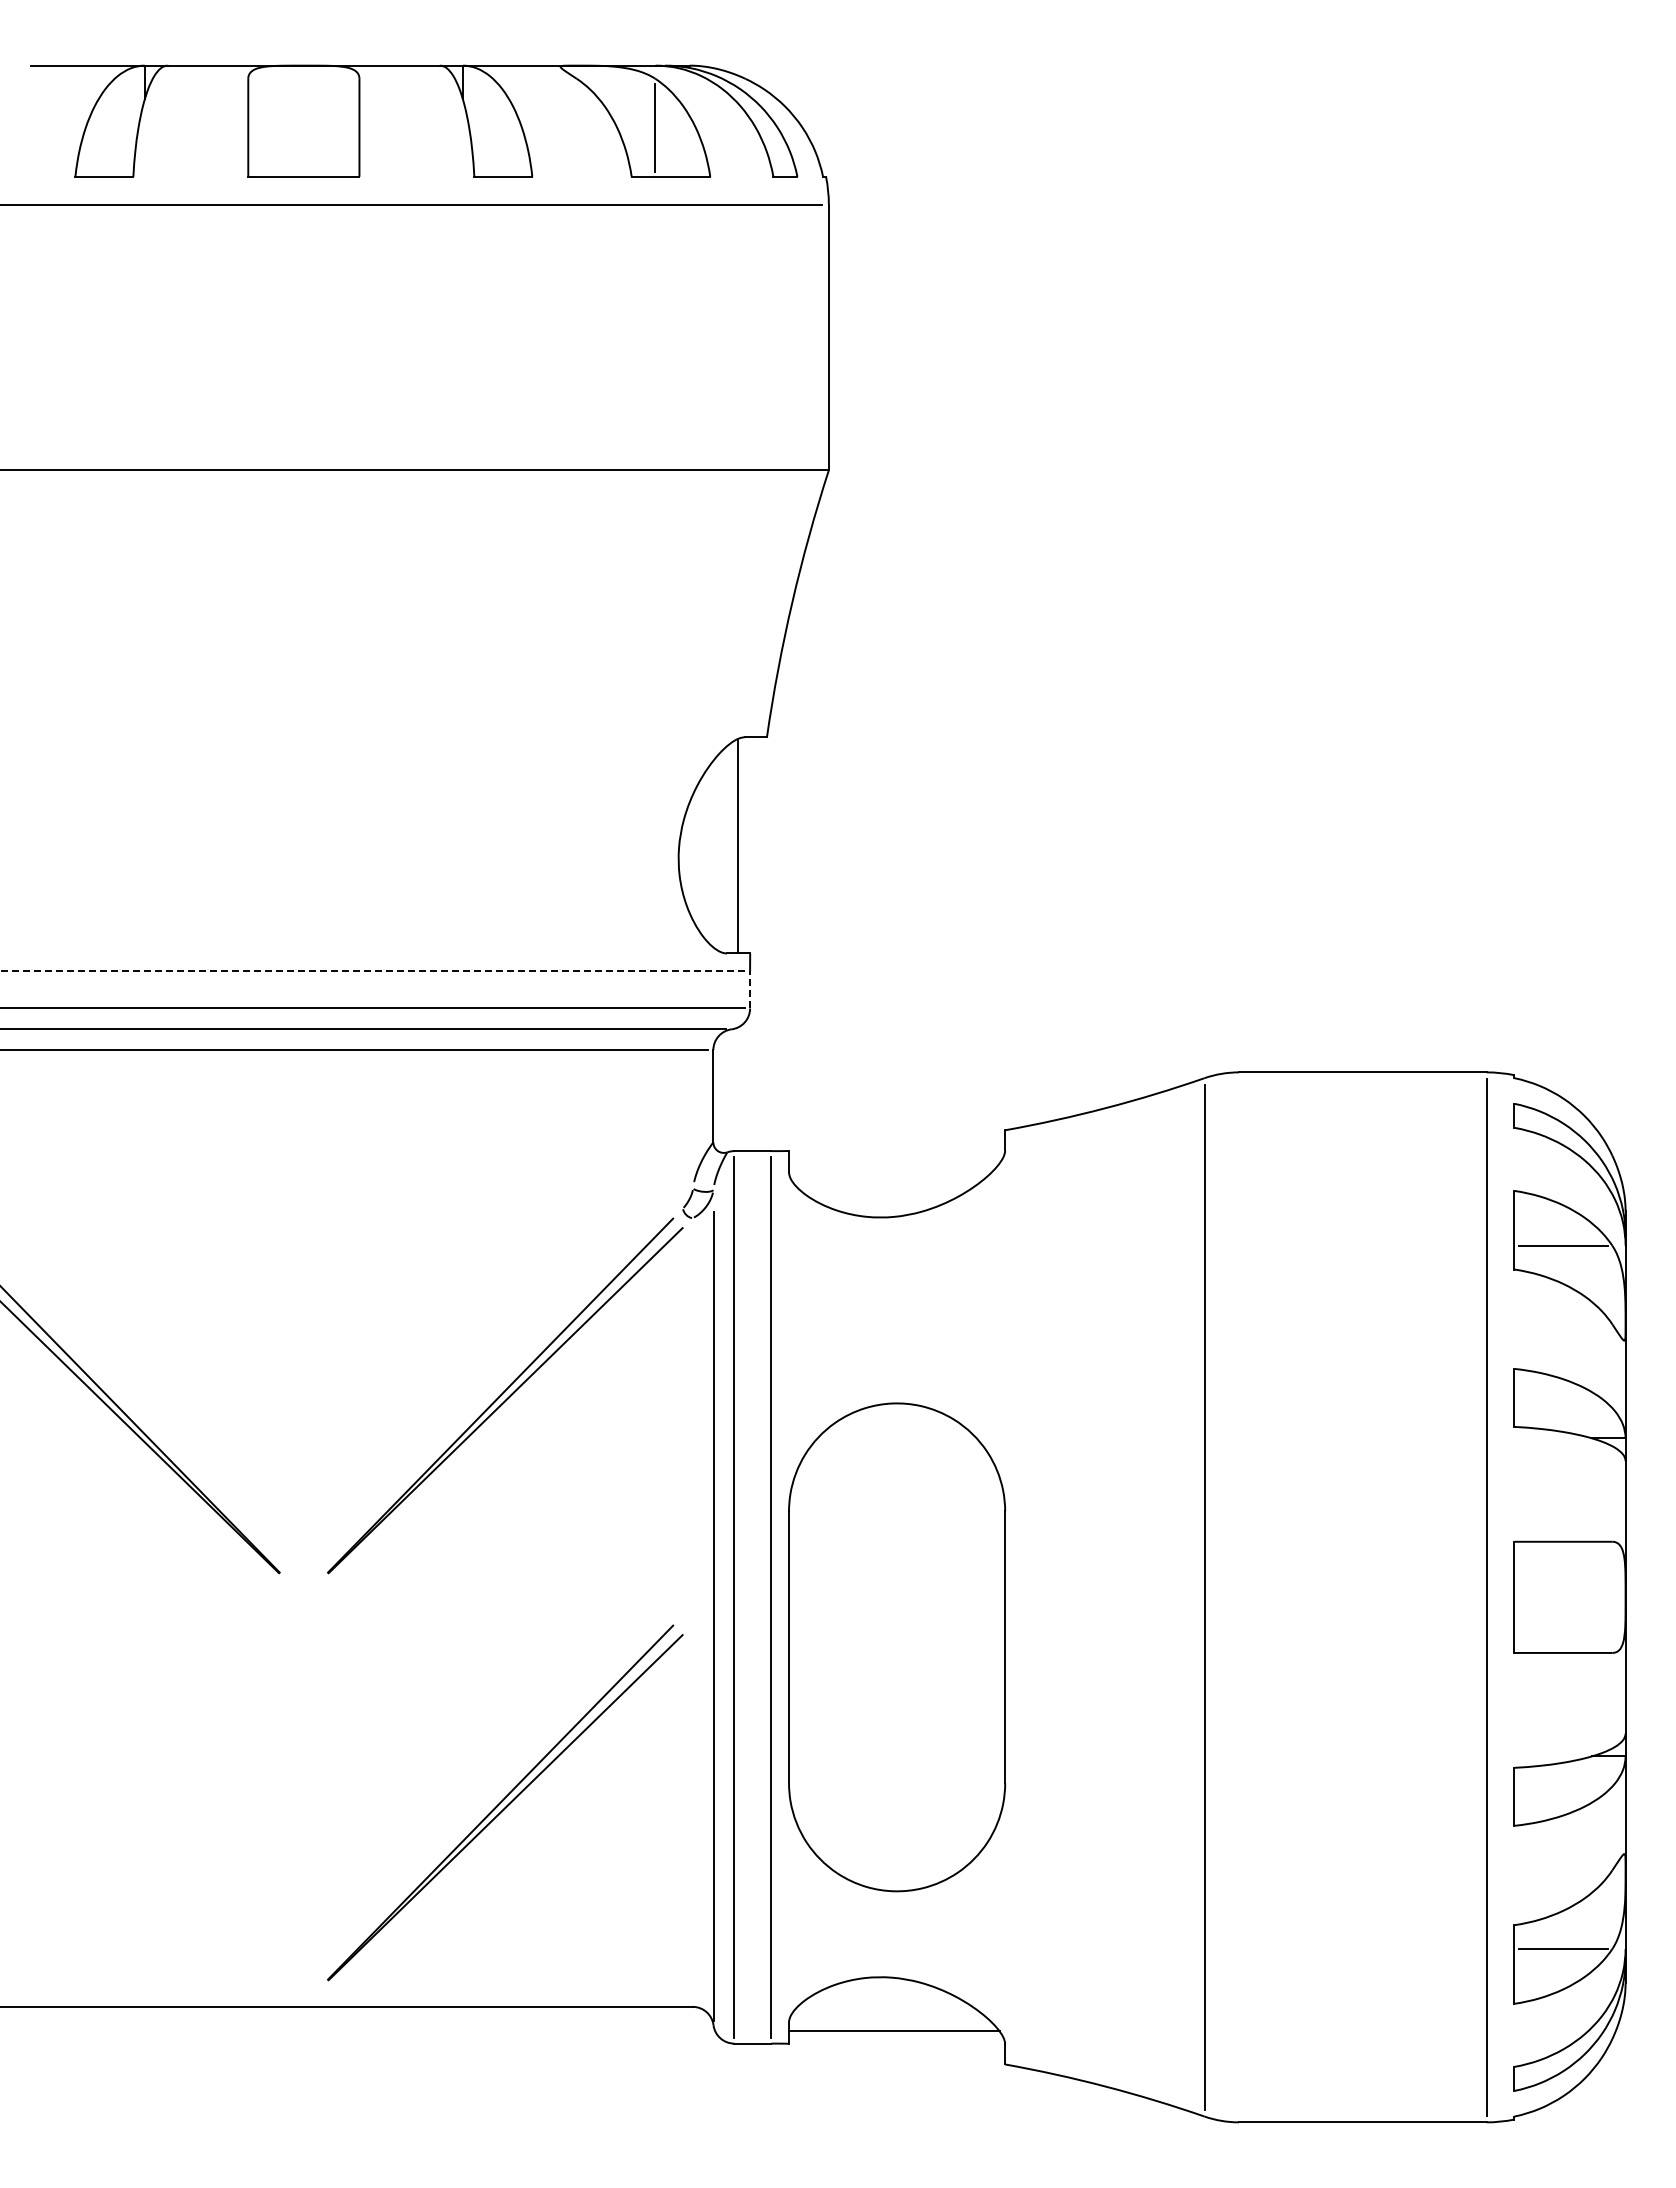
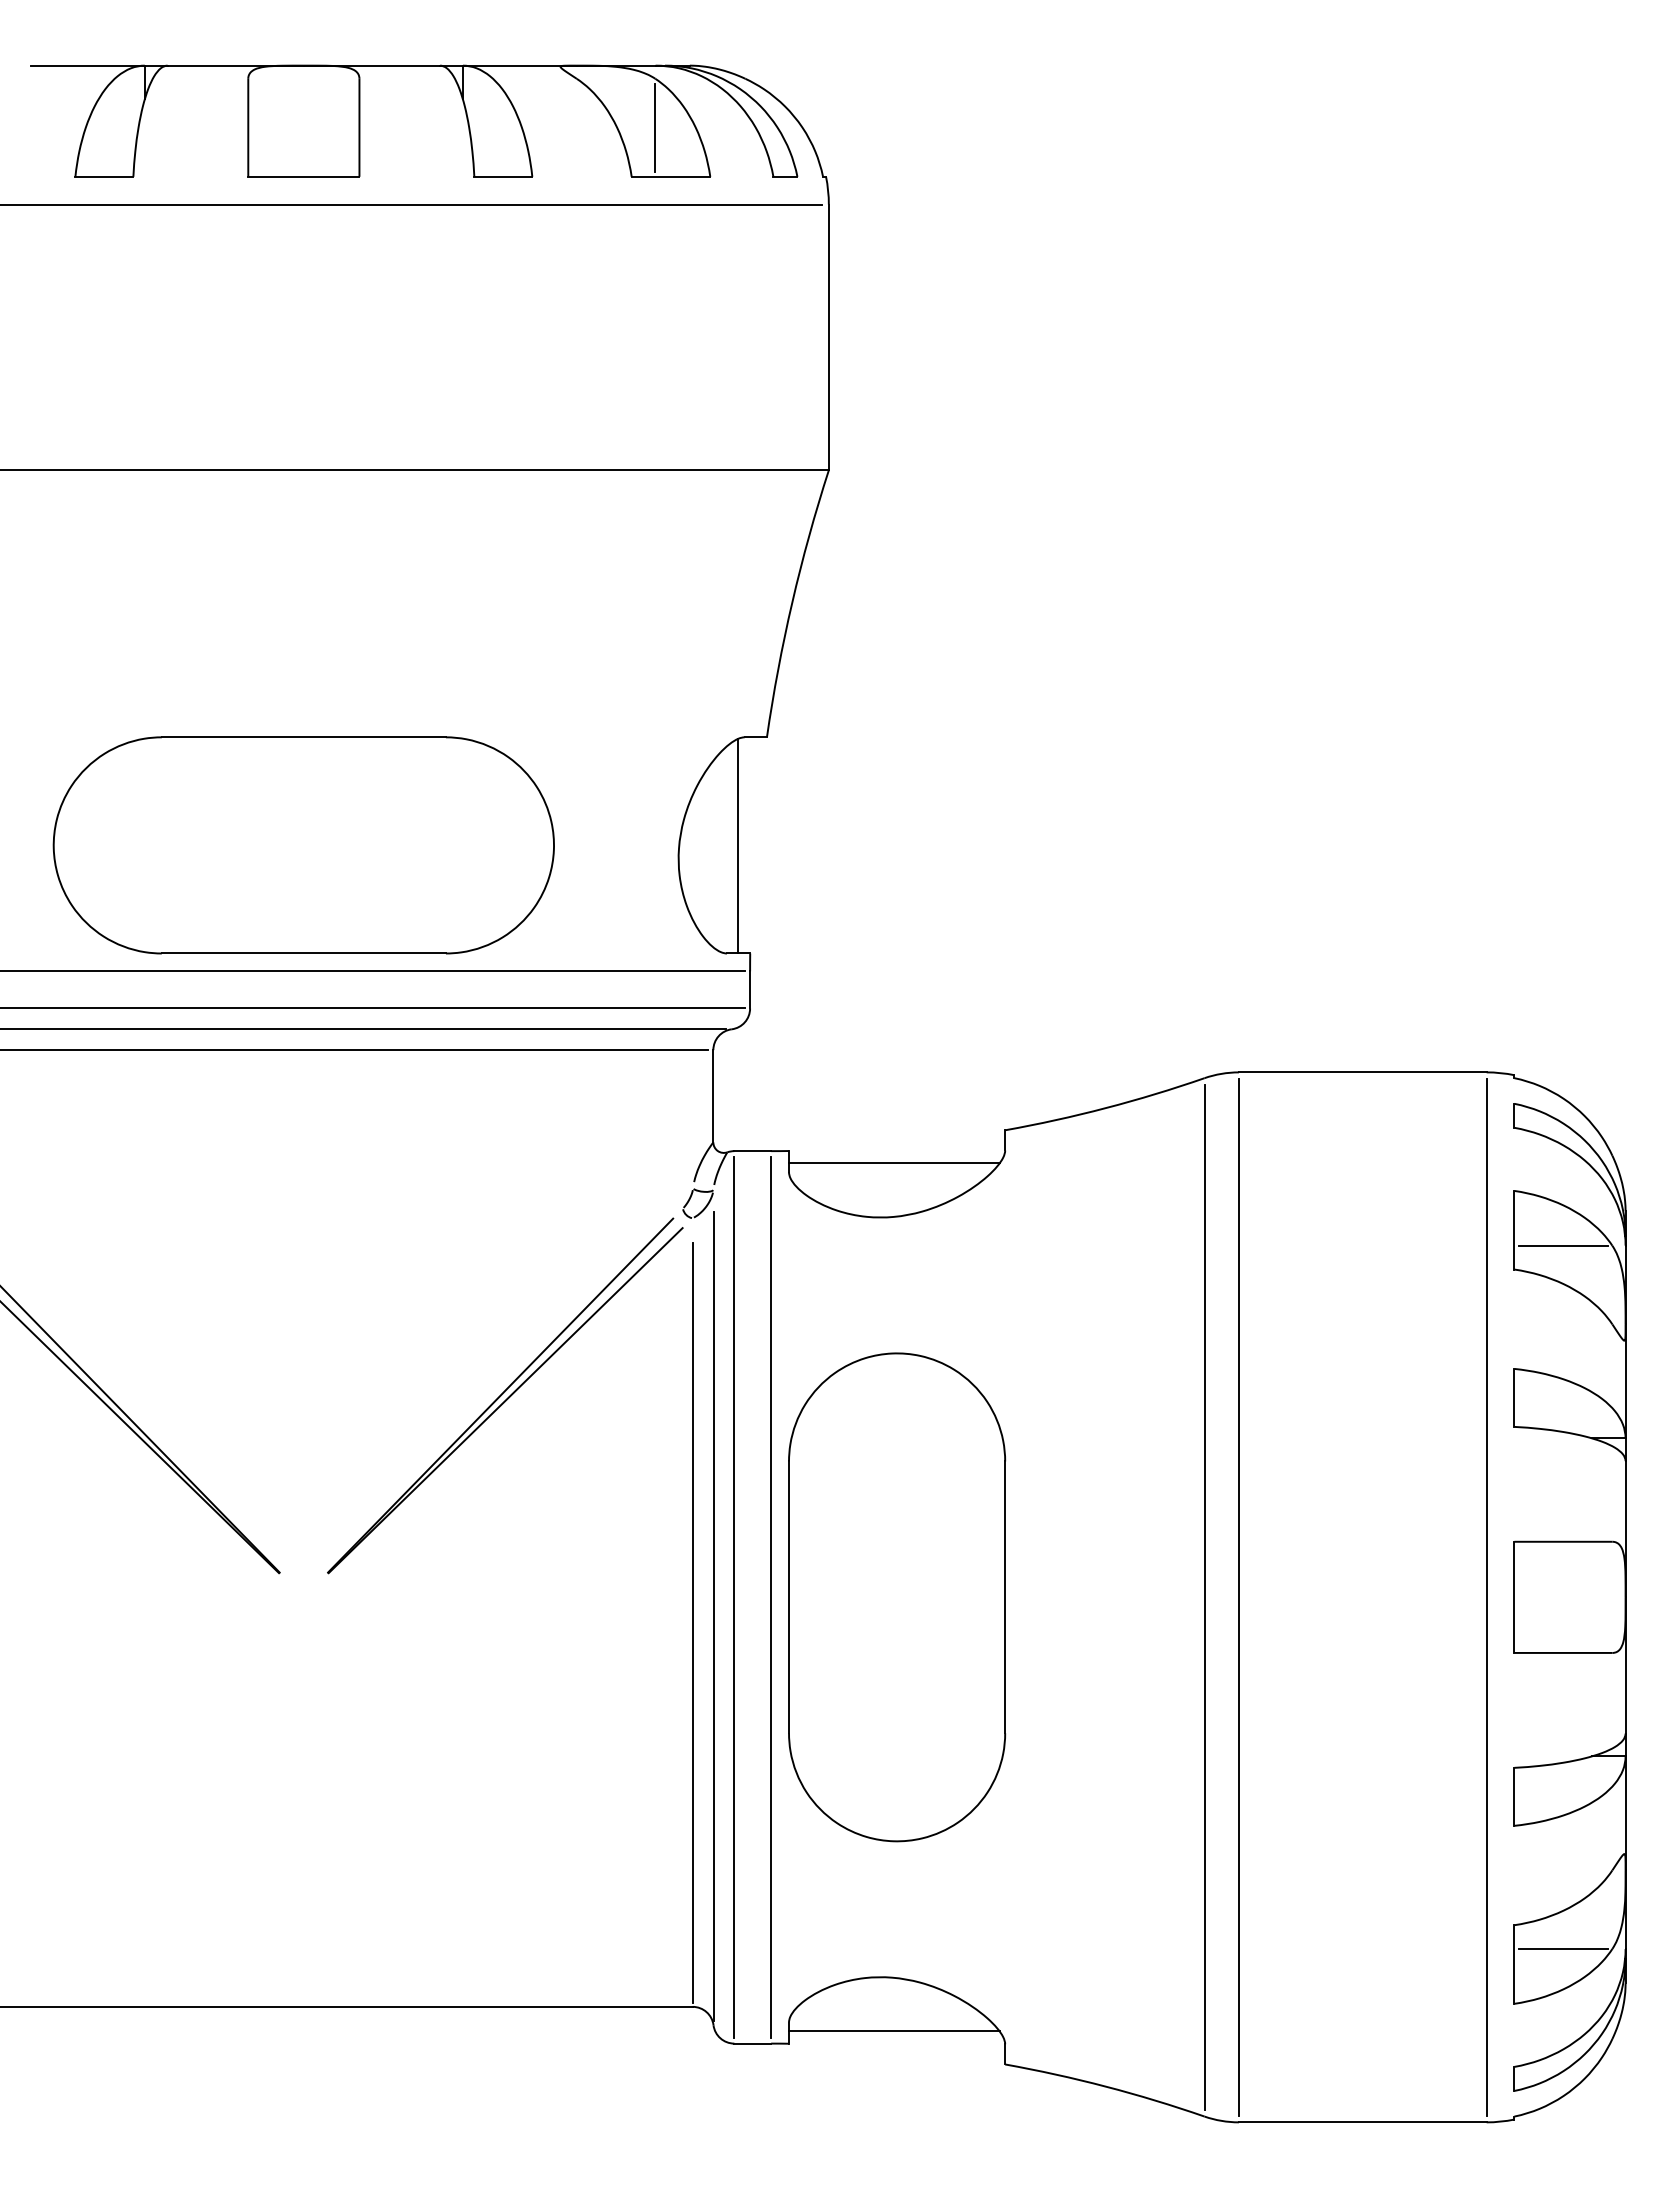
part at (303, 845): none -> present
line at (371, 971): dashed -> solid
line at (750, 989): dashed -> solid
line at (894, 1163): none -> present
line at (1238, 1596): none -> present
line at (692, 1622): none -> present
part at (897, 1647) position: (897, 1647) -> (897, 1597)
part at (505, 1802): present -> none
